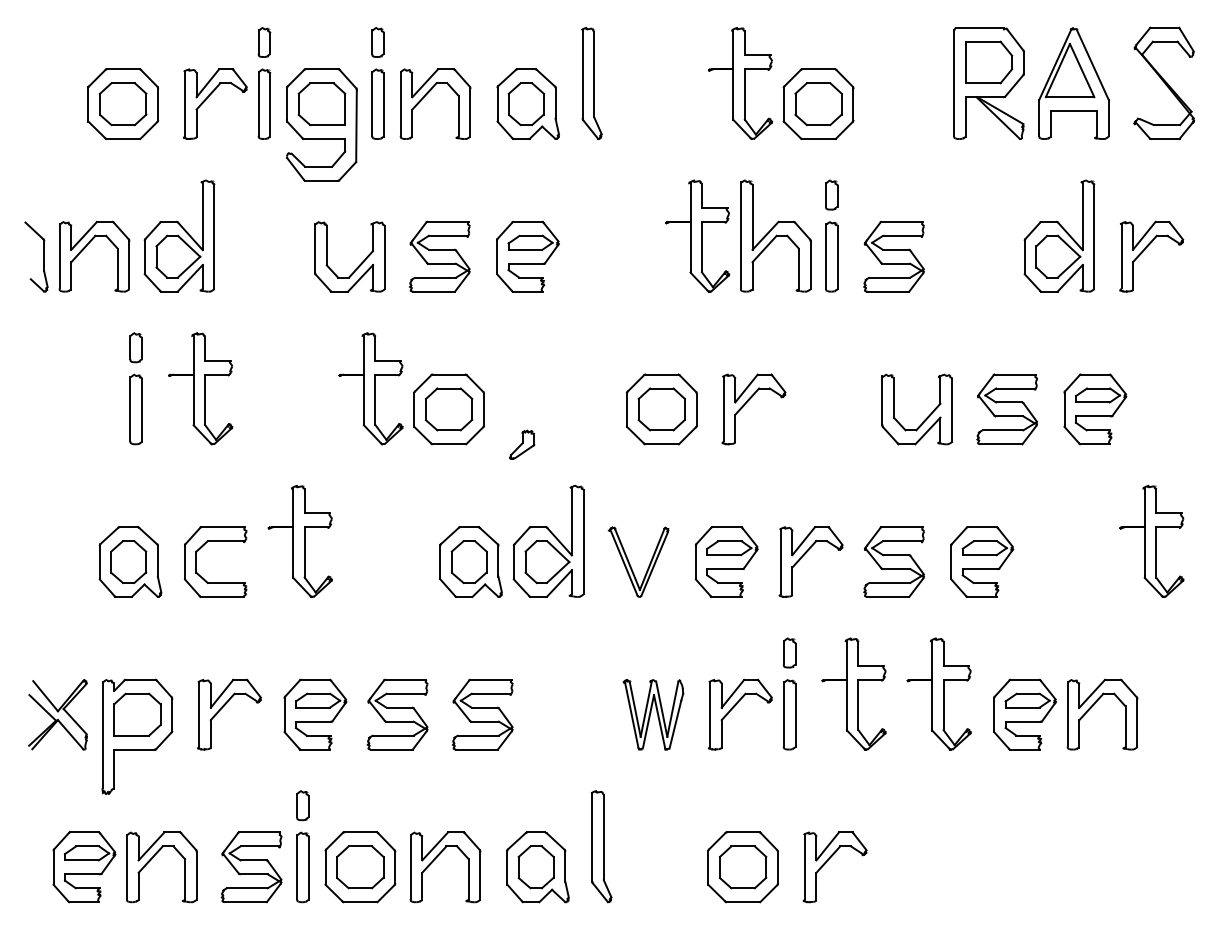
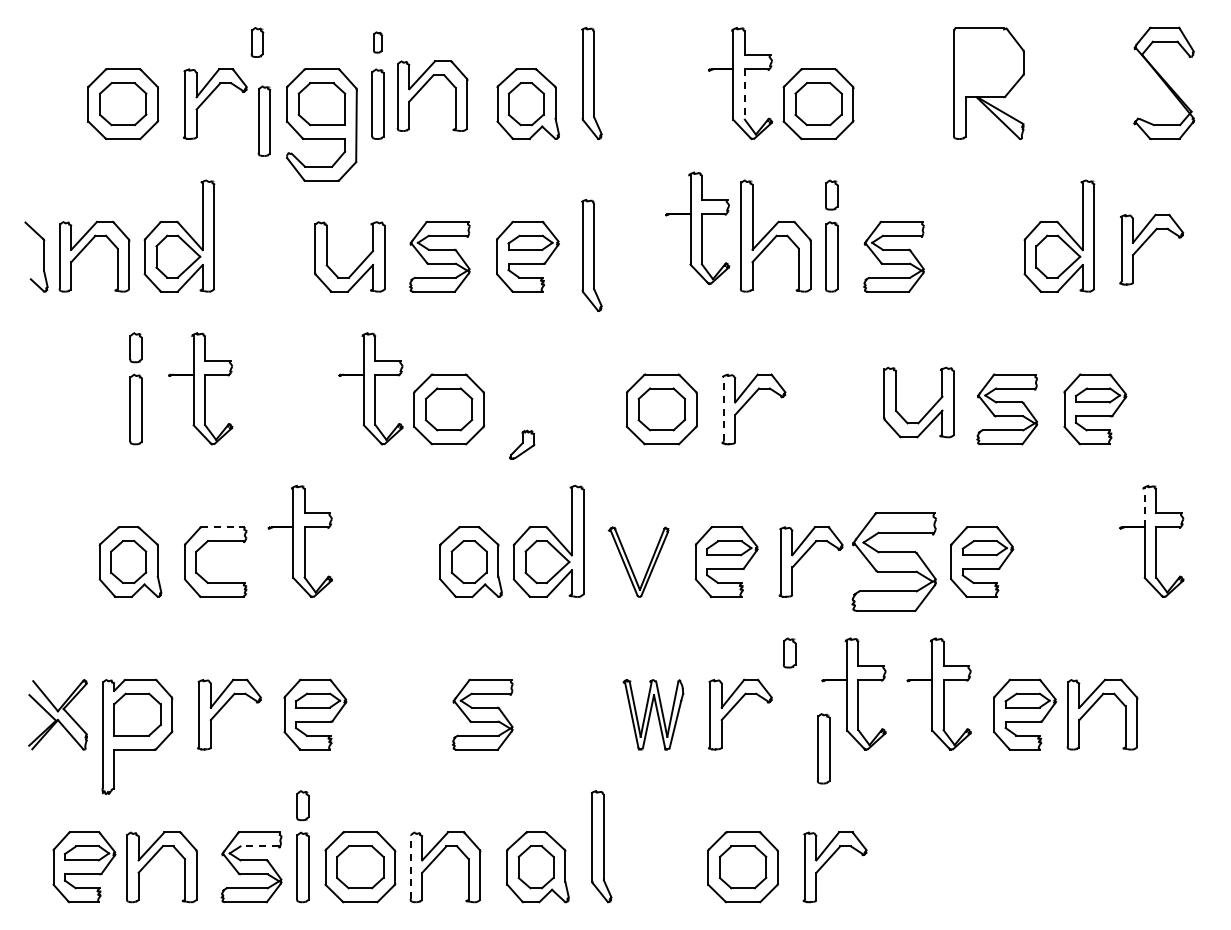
part at (264, 42) position: (264, 42) -> (257, 42)
part at (377, 42) size: 14x31 px -> 10x23 px
part at (989, 62): present -> none
part at (1073, 83): present -> none
part at (427, 94) position: (427, 94) -> (424, 86)
line at (744, 94): solid -> dashed
part at (264, 103) position: (264, 103) -> (264, 120)
part at (697, 235) position: (697, 235) -> (697, 227)
part at (1143, 252) position: (1143, 252) -> (1143, 245)
part at (591, 255): none -> present
line at (723, 408): solid -> dashed
part at (925, 418) position: (925, 418) -> (927, 411)
line at (1144, 507): solid -> dashed
line at (223, 527): solid -> dashed
part at (893, 561) size: 62x72 px -> 86x100 px
part at (397, 714): present -> none
part at (789, 714) position: (789, 714) -> (823, 748)
line at (259, 846): solid -> dashed
line at (410, 866): solid -> dashed
